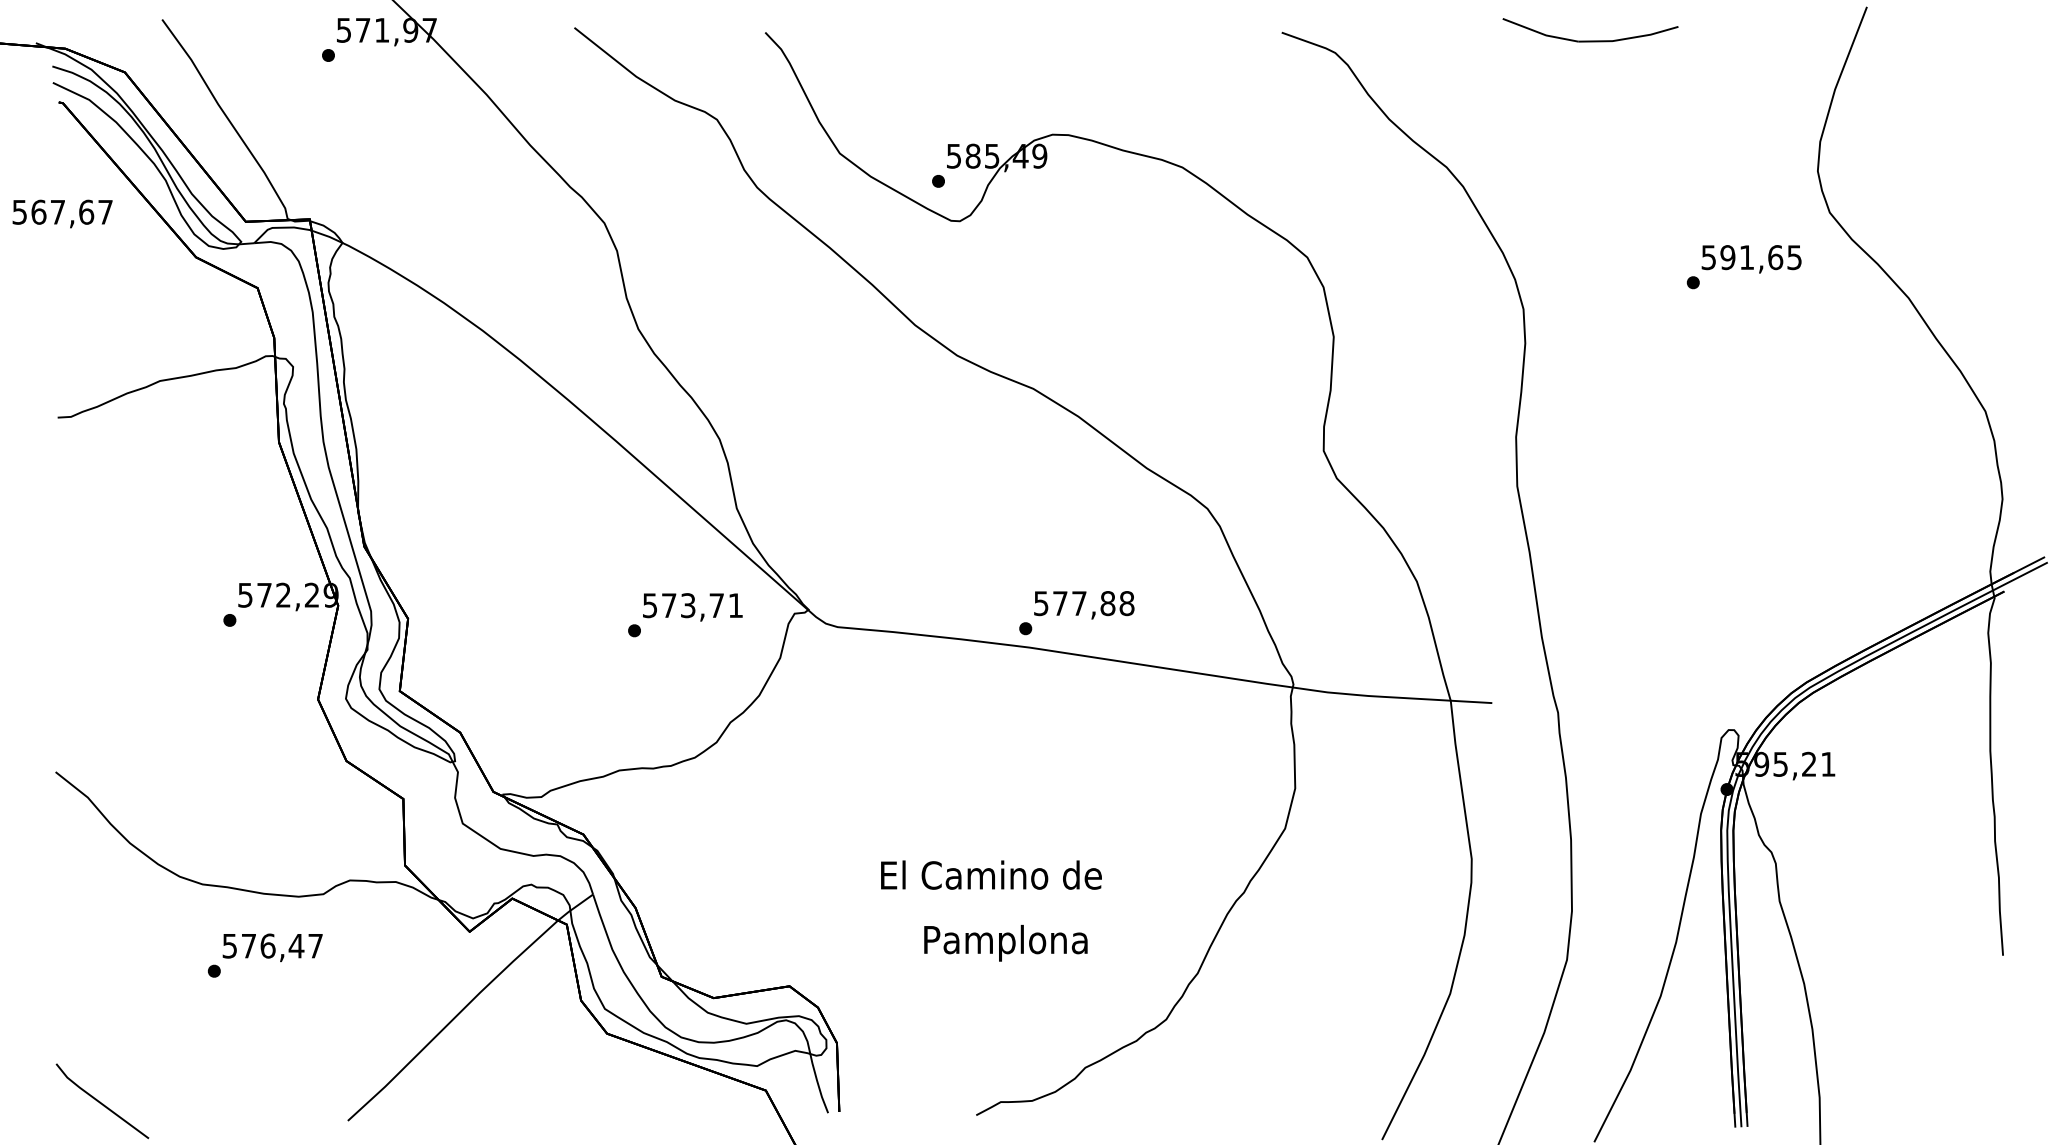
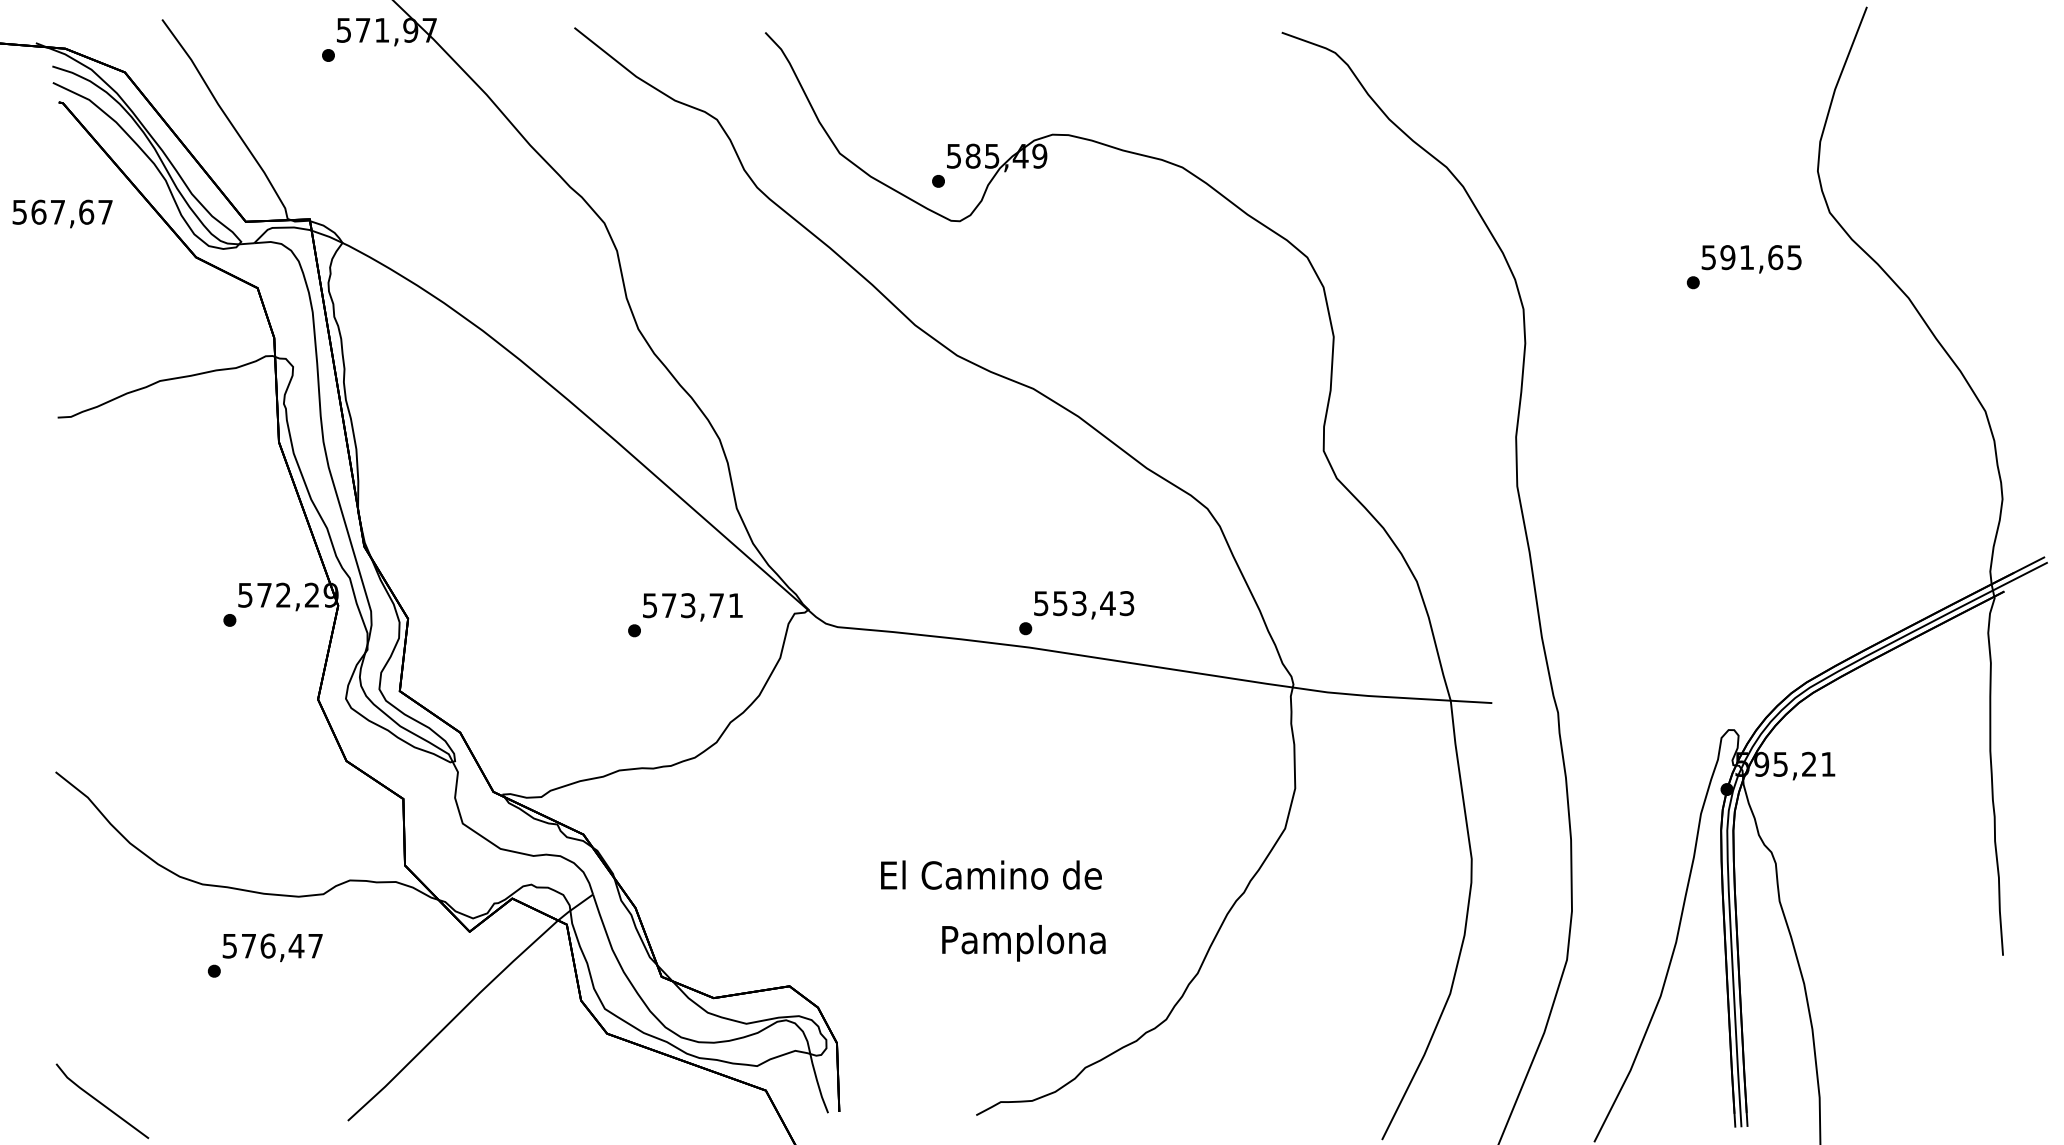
part at (1590, 40): present -> none
text at (1093, 603): 577,88 -> 553,43
text at (1005, 943) position: (1005, 943) -> (1023, 943)
